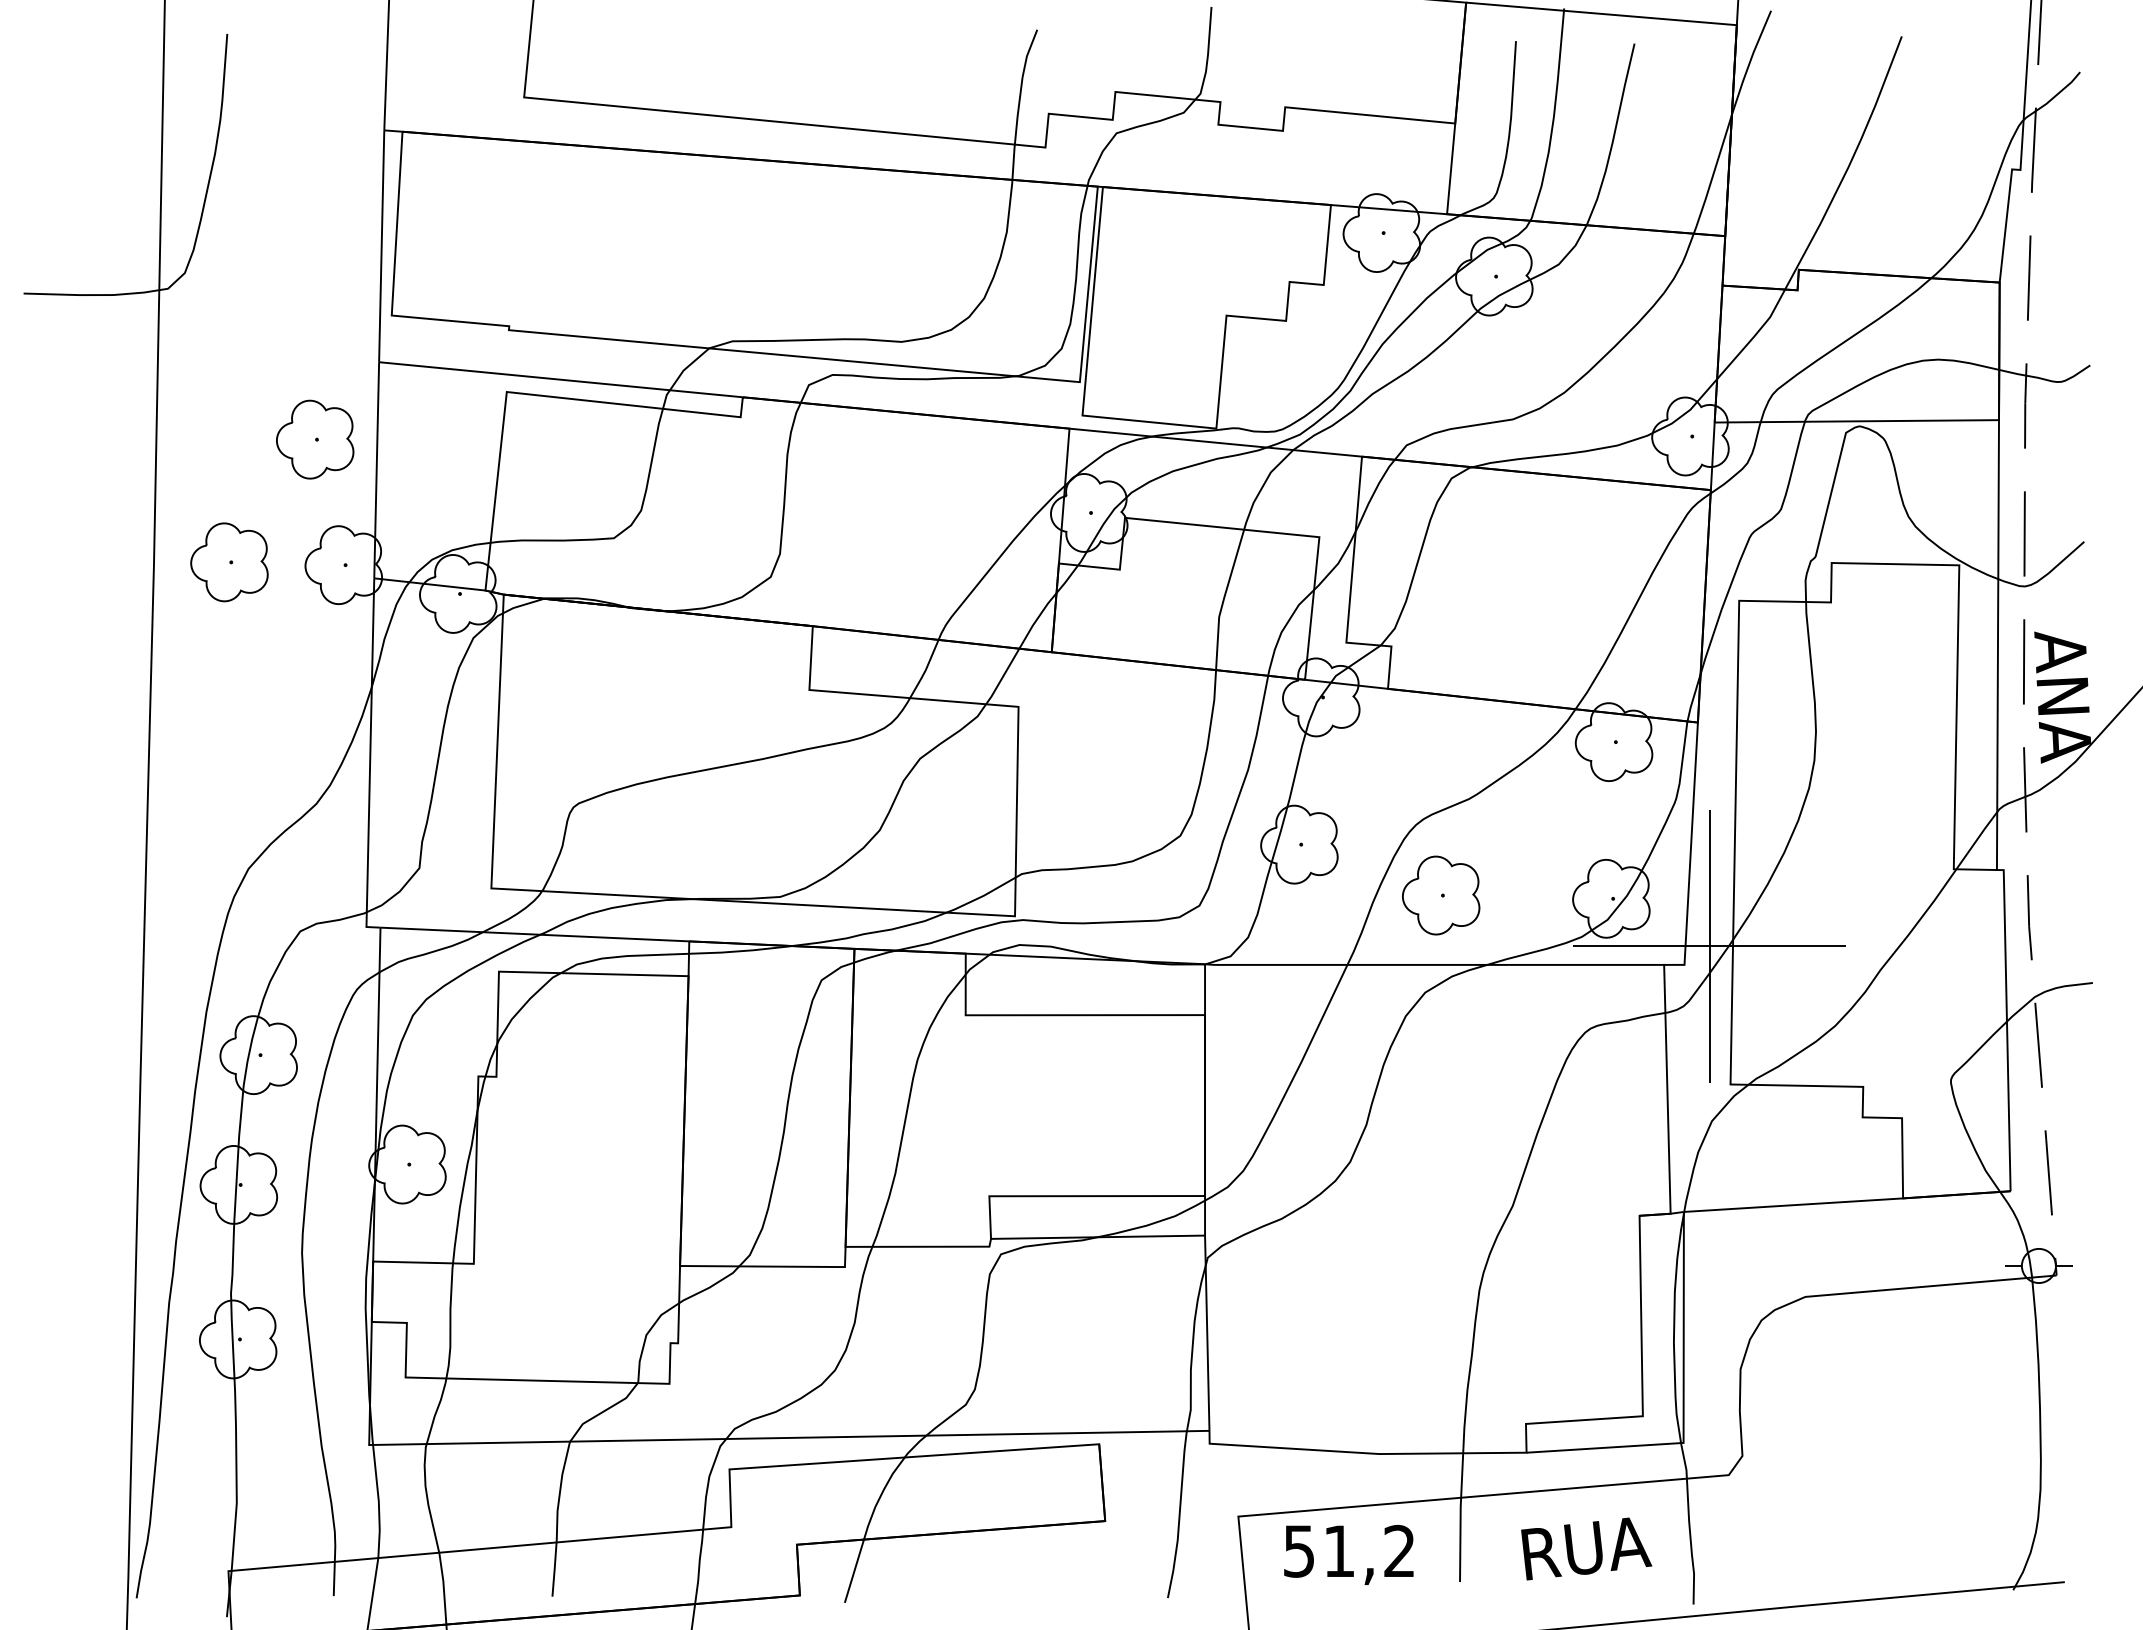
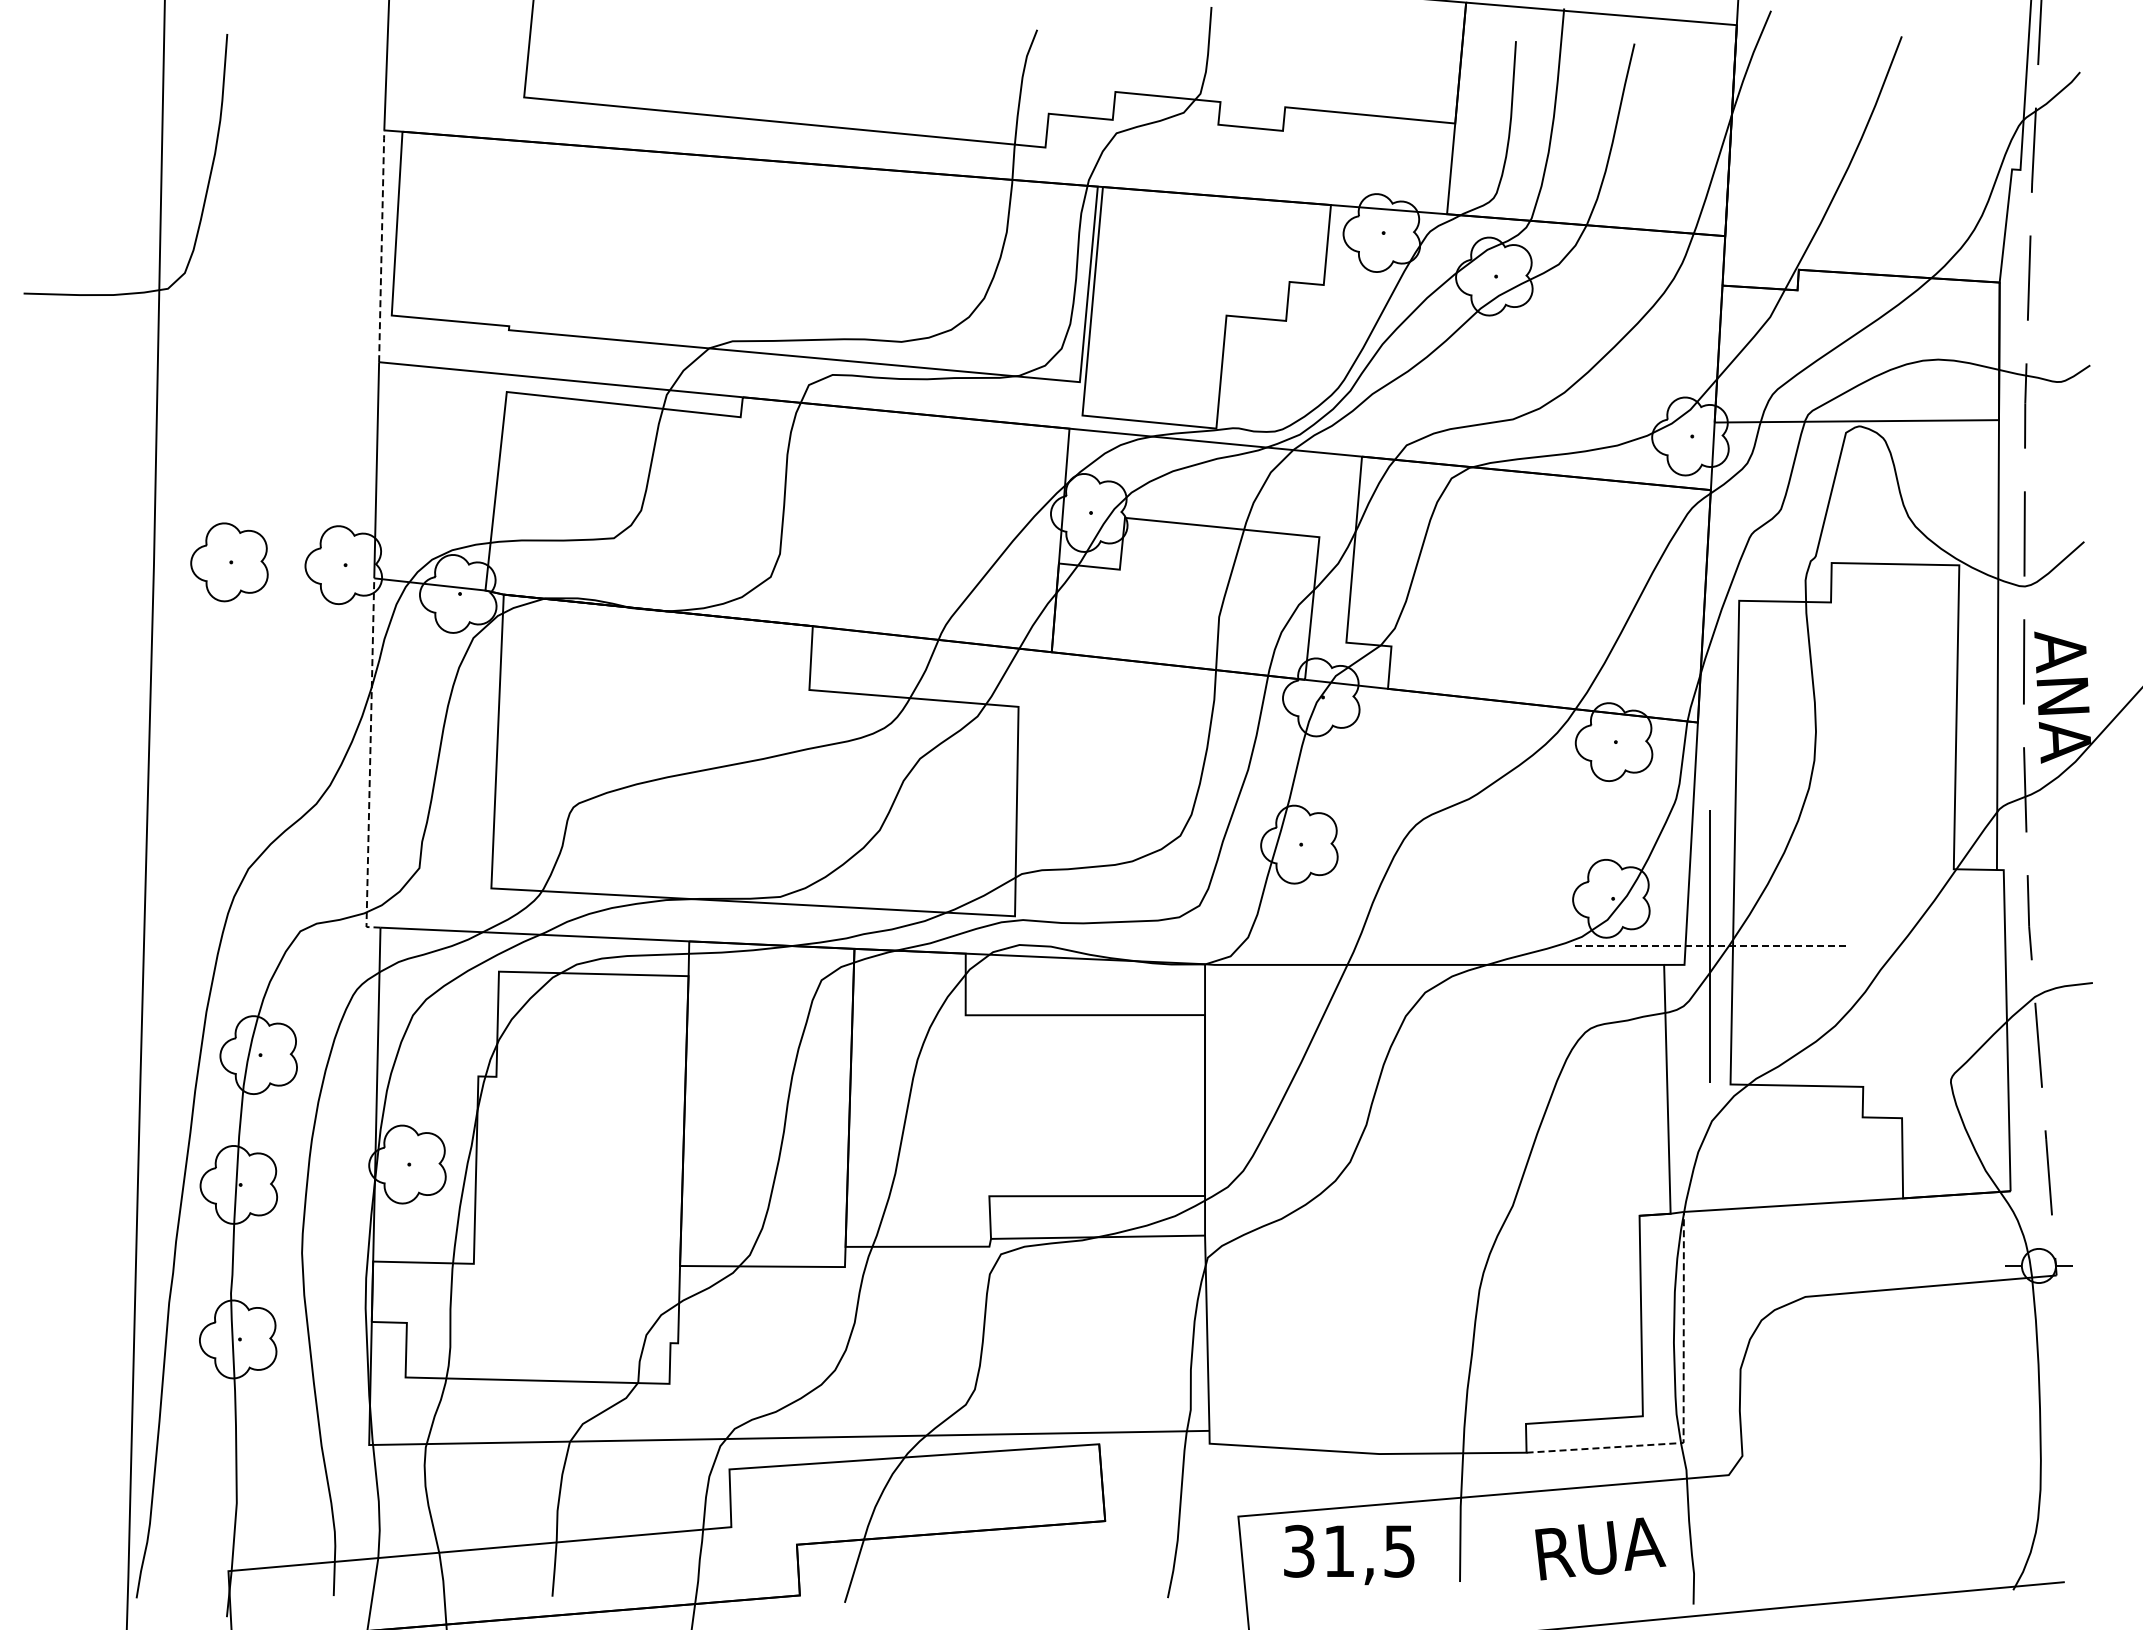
line at (381, 245): solid -> dashed
part at (315, 439): present -> none
line at (370, 760): solid -> dashed
part at (1441, 895): present -> none
line at (1709, 946): solid -> dashed
line at (1683, 1406): solid -> dashed
text at (1586, 1548) position: (1586, 1548) -> (1600, 1548)
text at (1349, 1550): 51,2 -> 31,5
